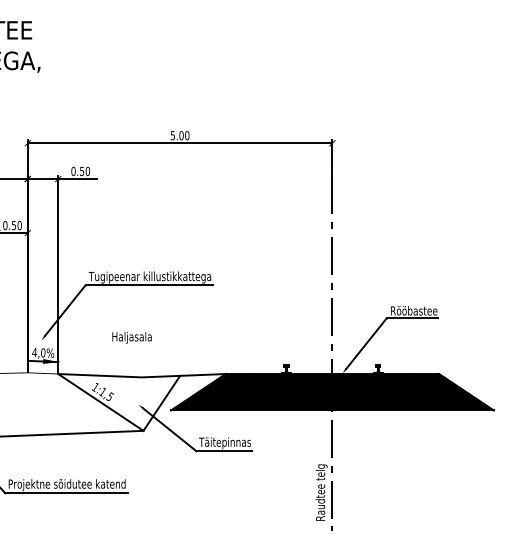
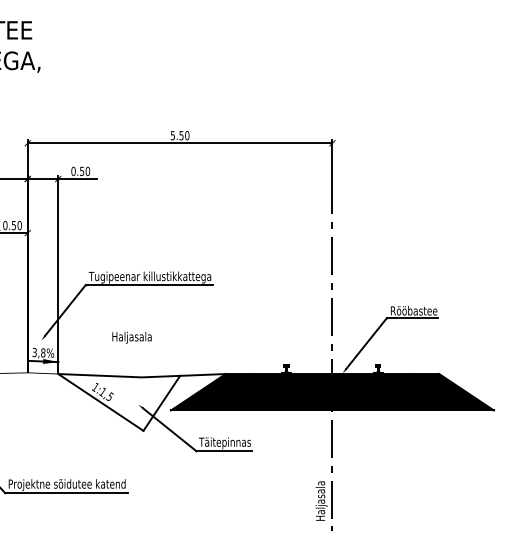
text at (181, 135): 5.00 -> 5.50
text at (38, 352): 4,0%%% -> 3,8%%%
line at (72, 433): present -> none
text at (321, 491): Raudtee telg -> Haljasala
